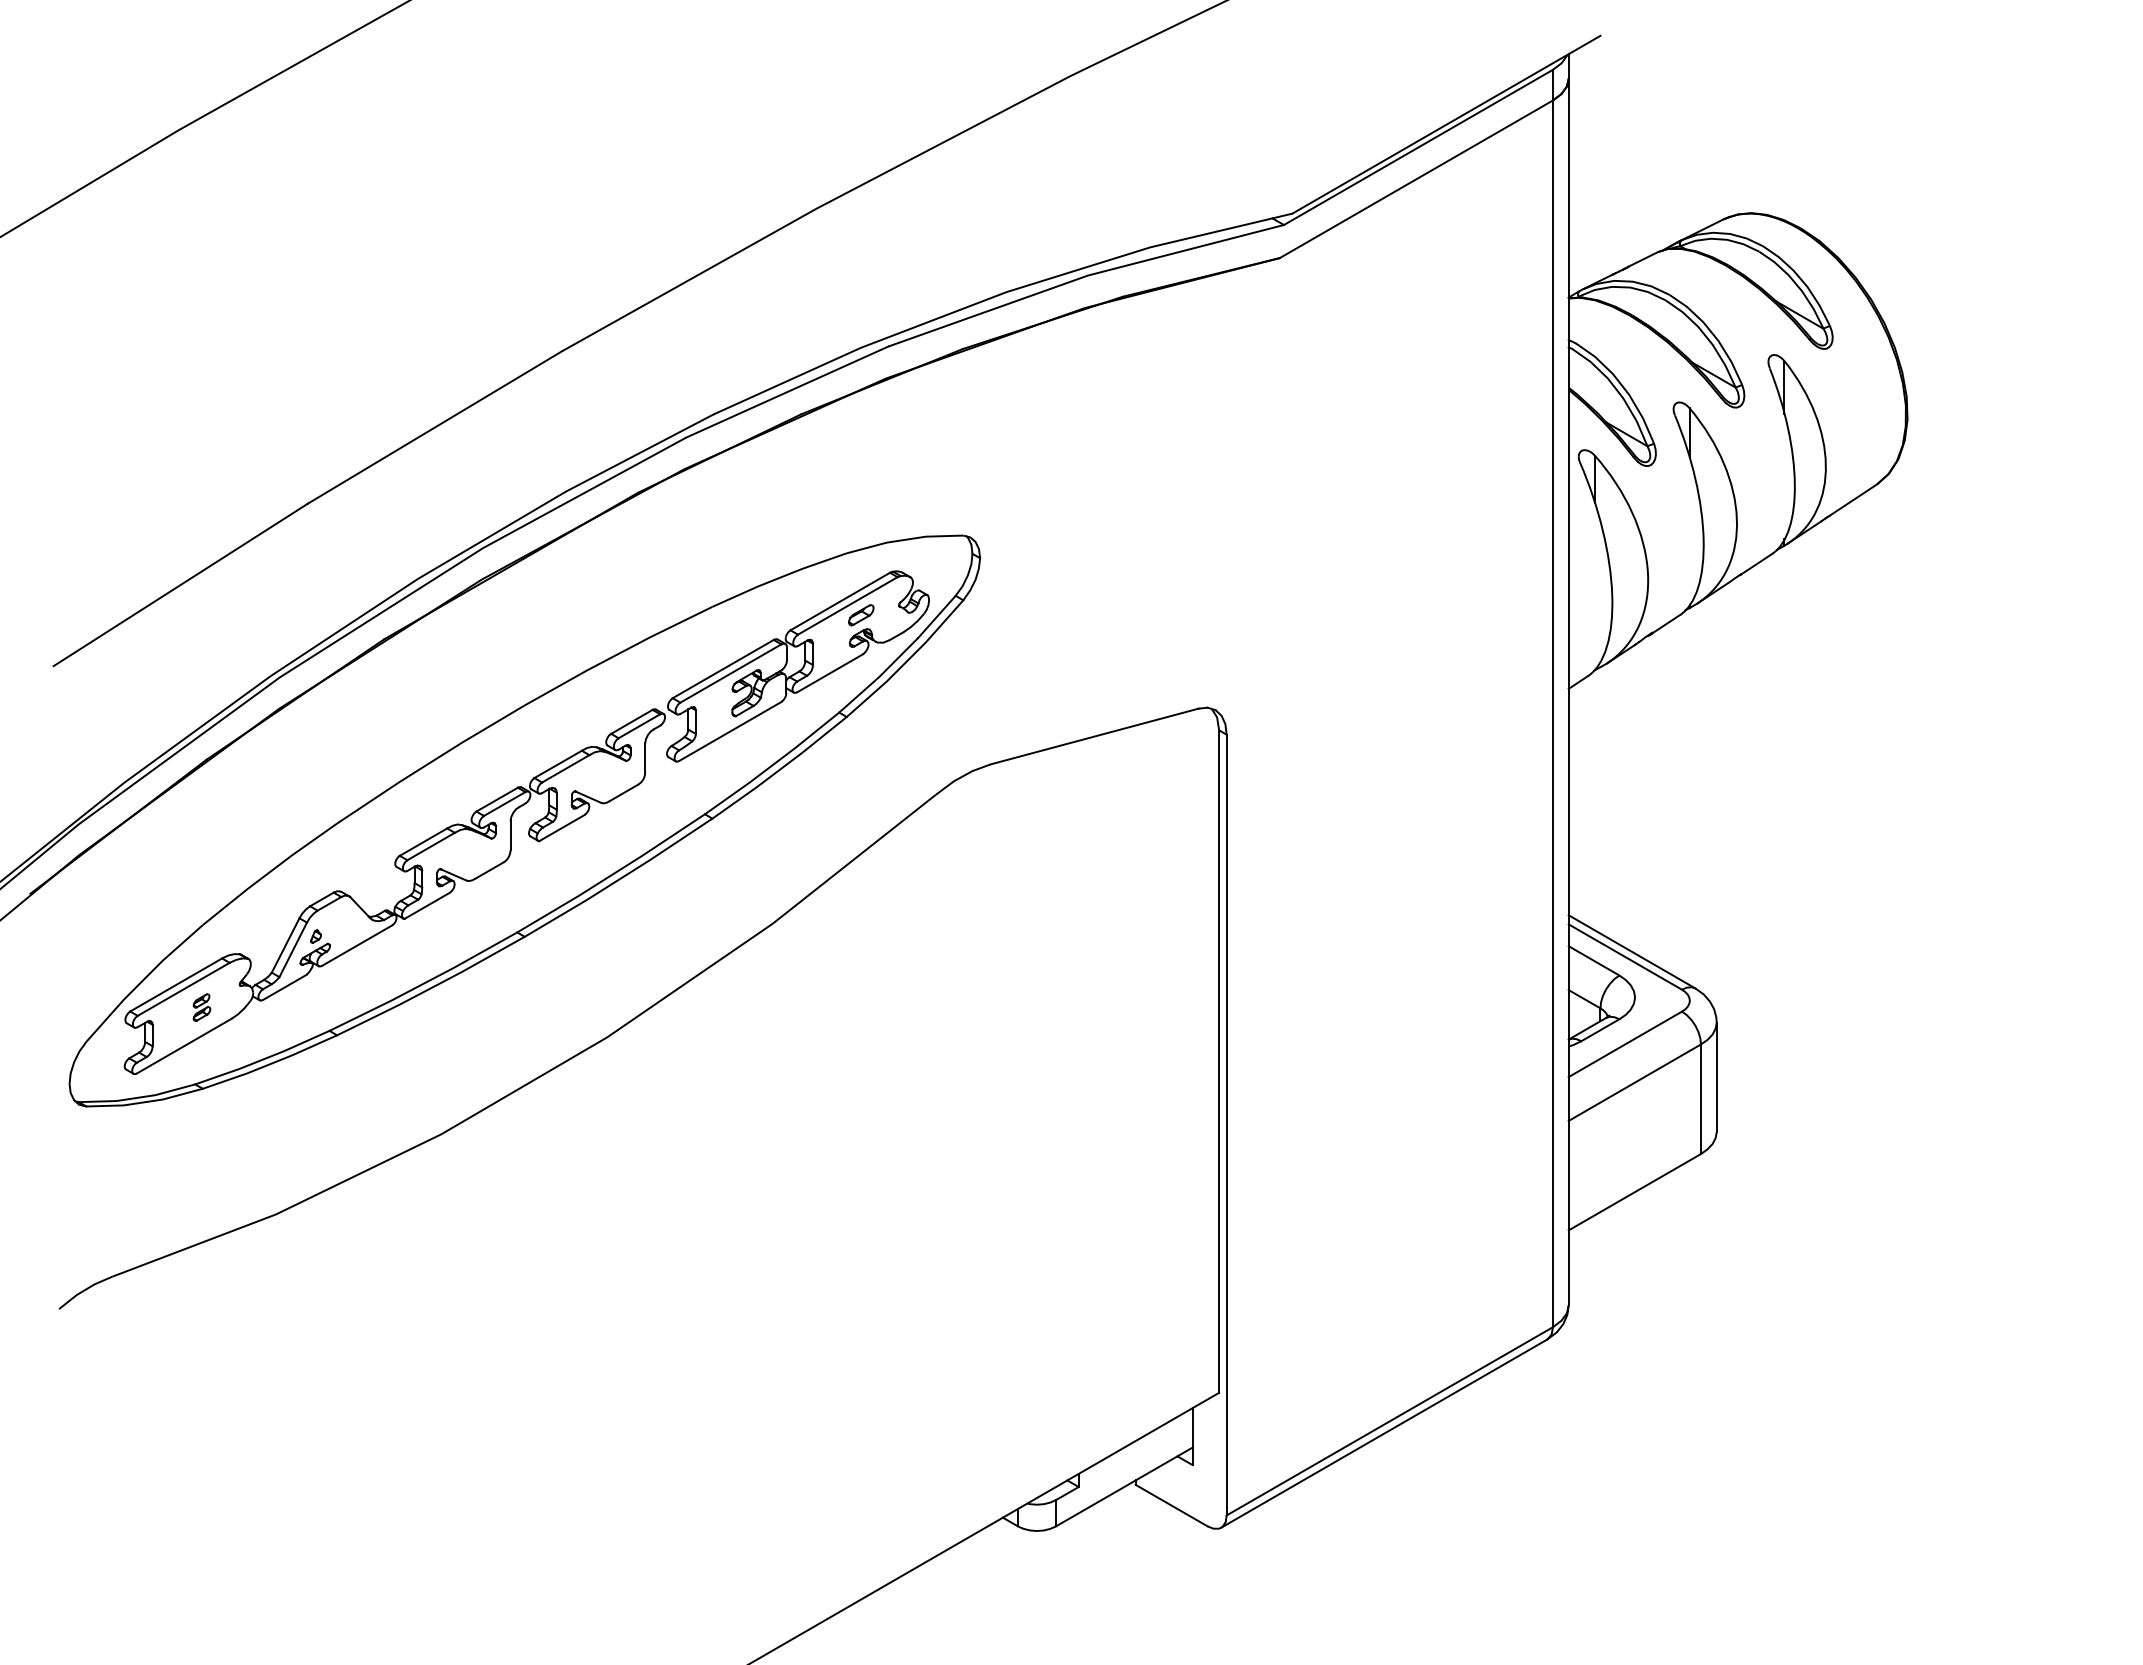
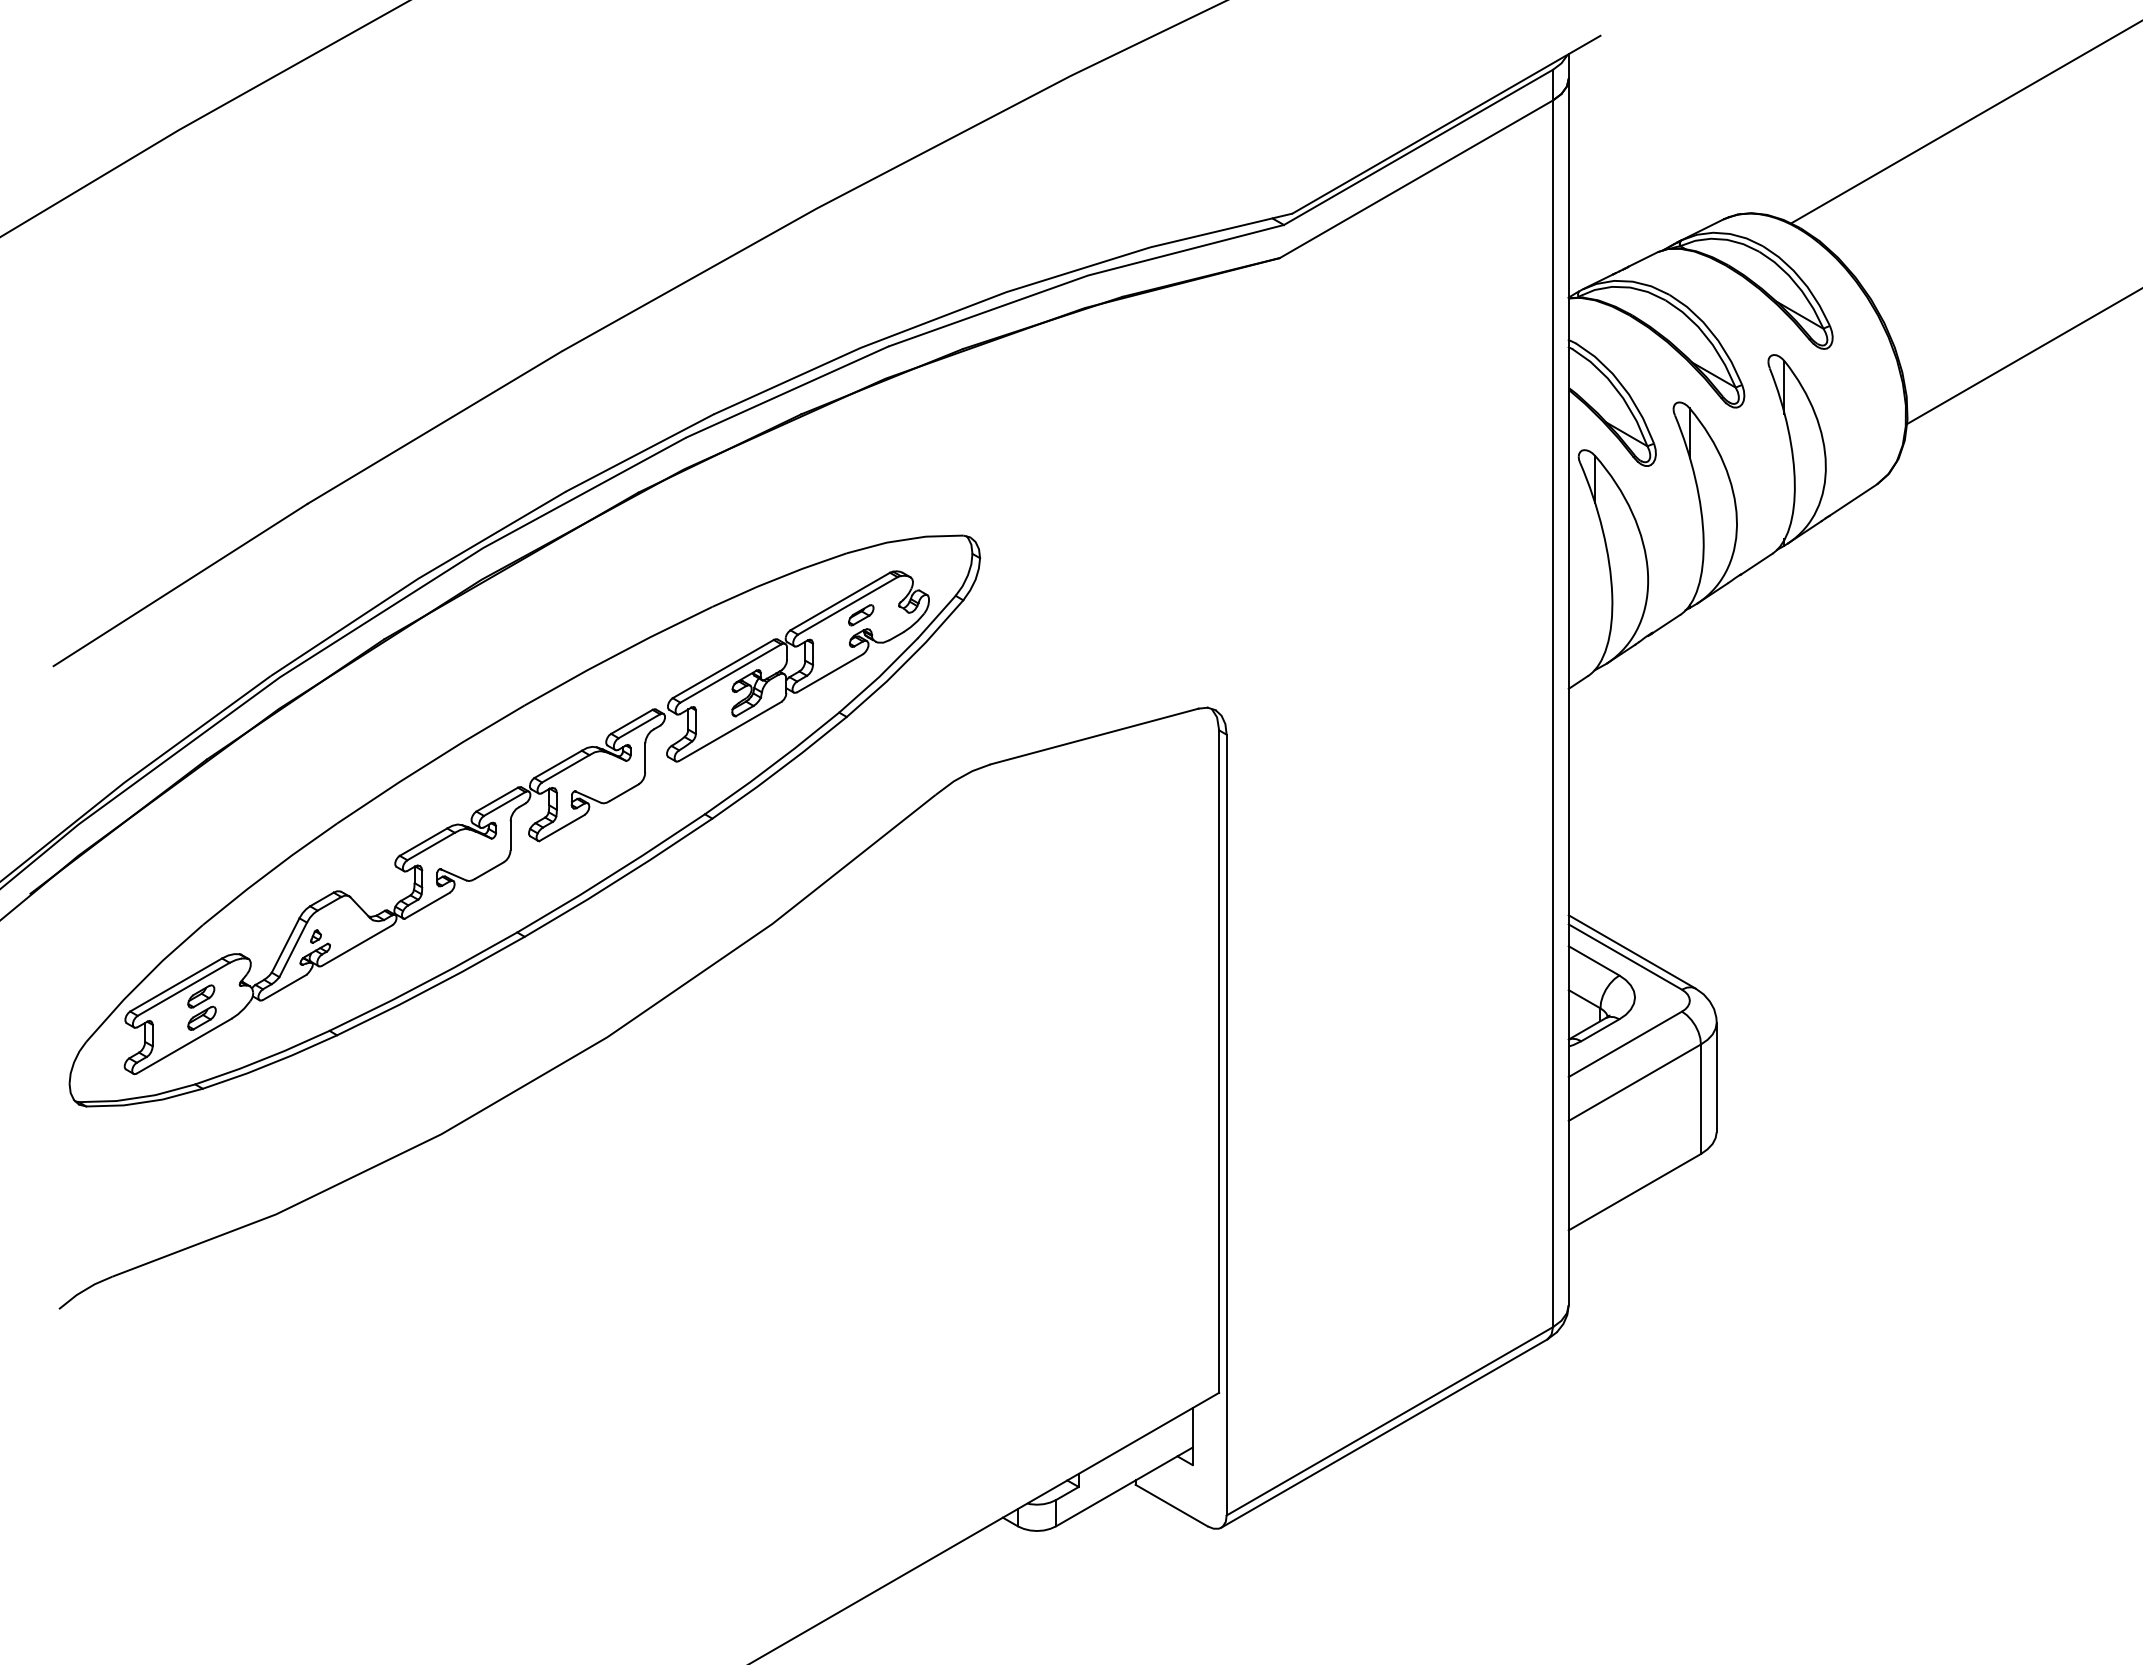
line at (1965, 122): none -> present
line at (2022, 356): none -> present
part at (201, 1007) size: 20x29 px -> 30x47 px
